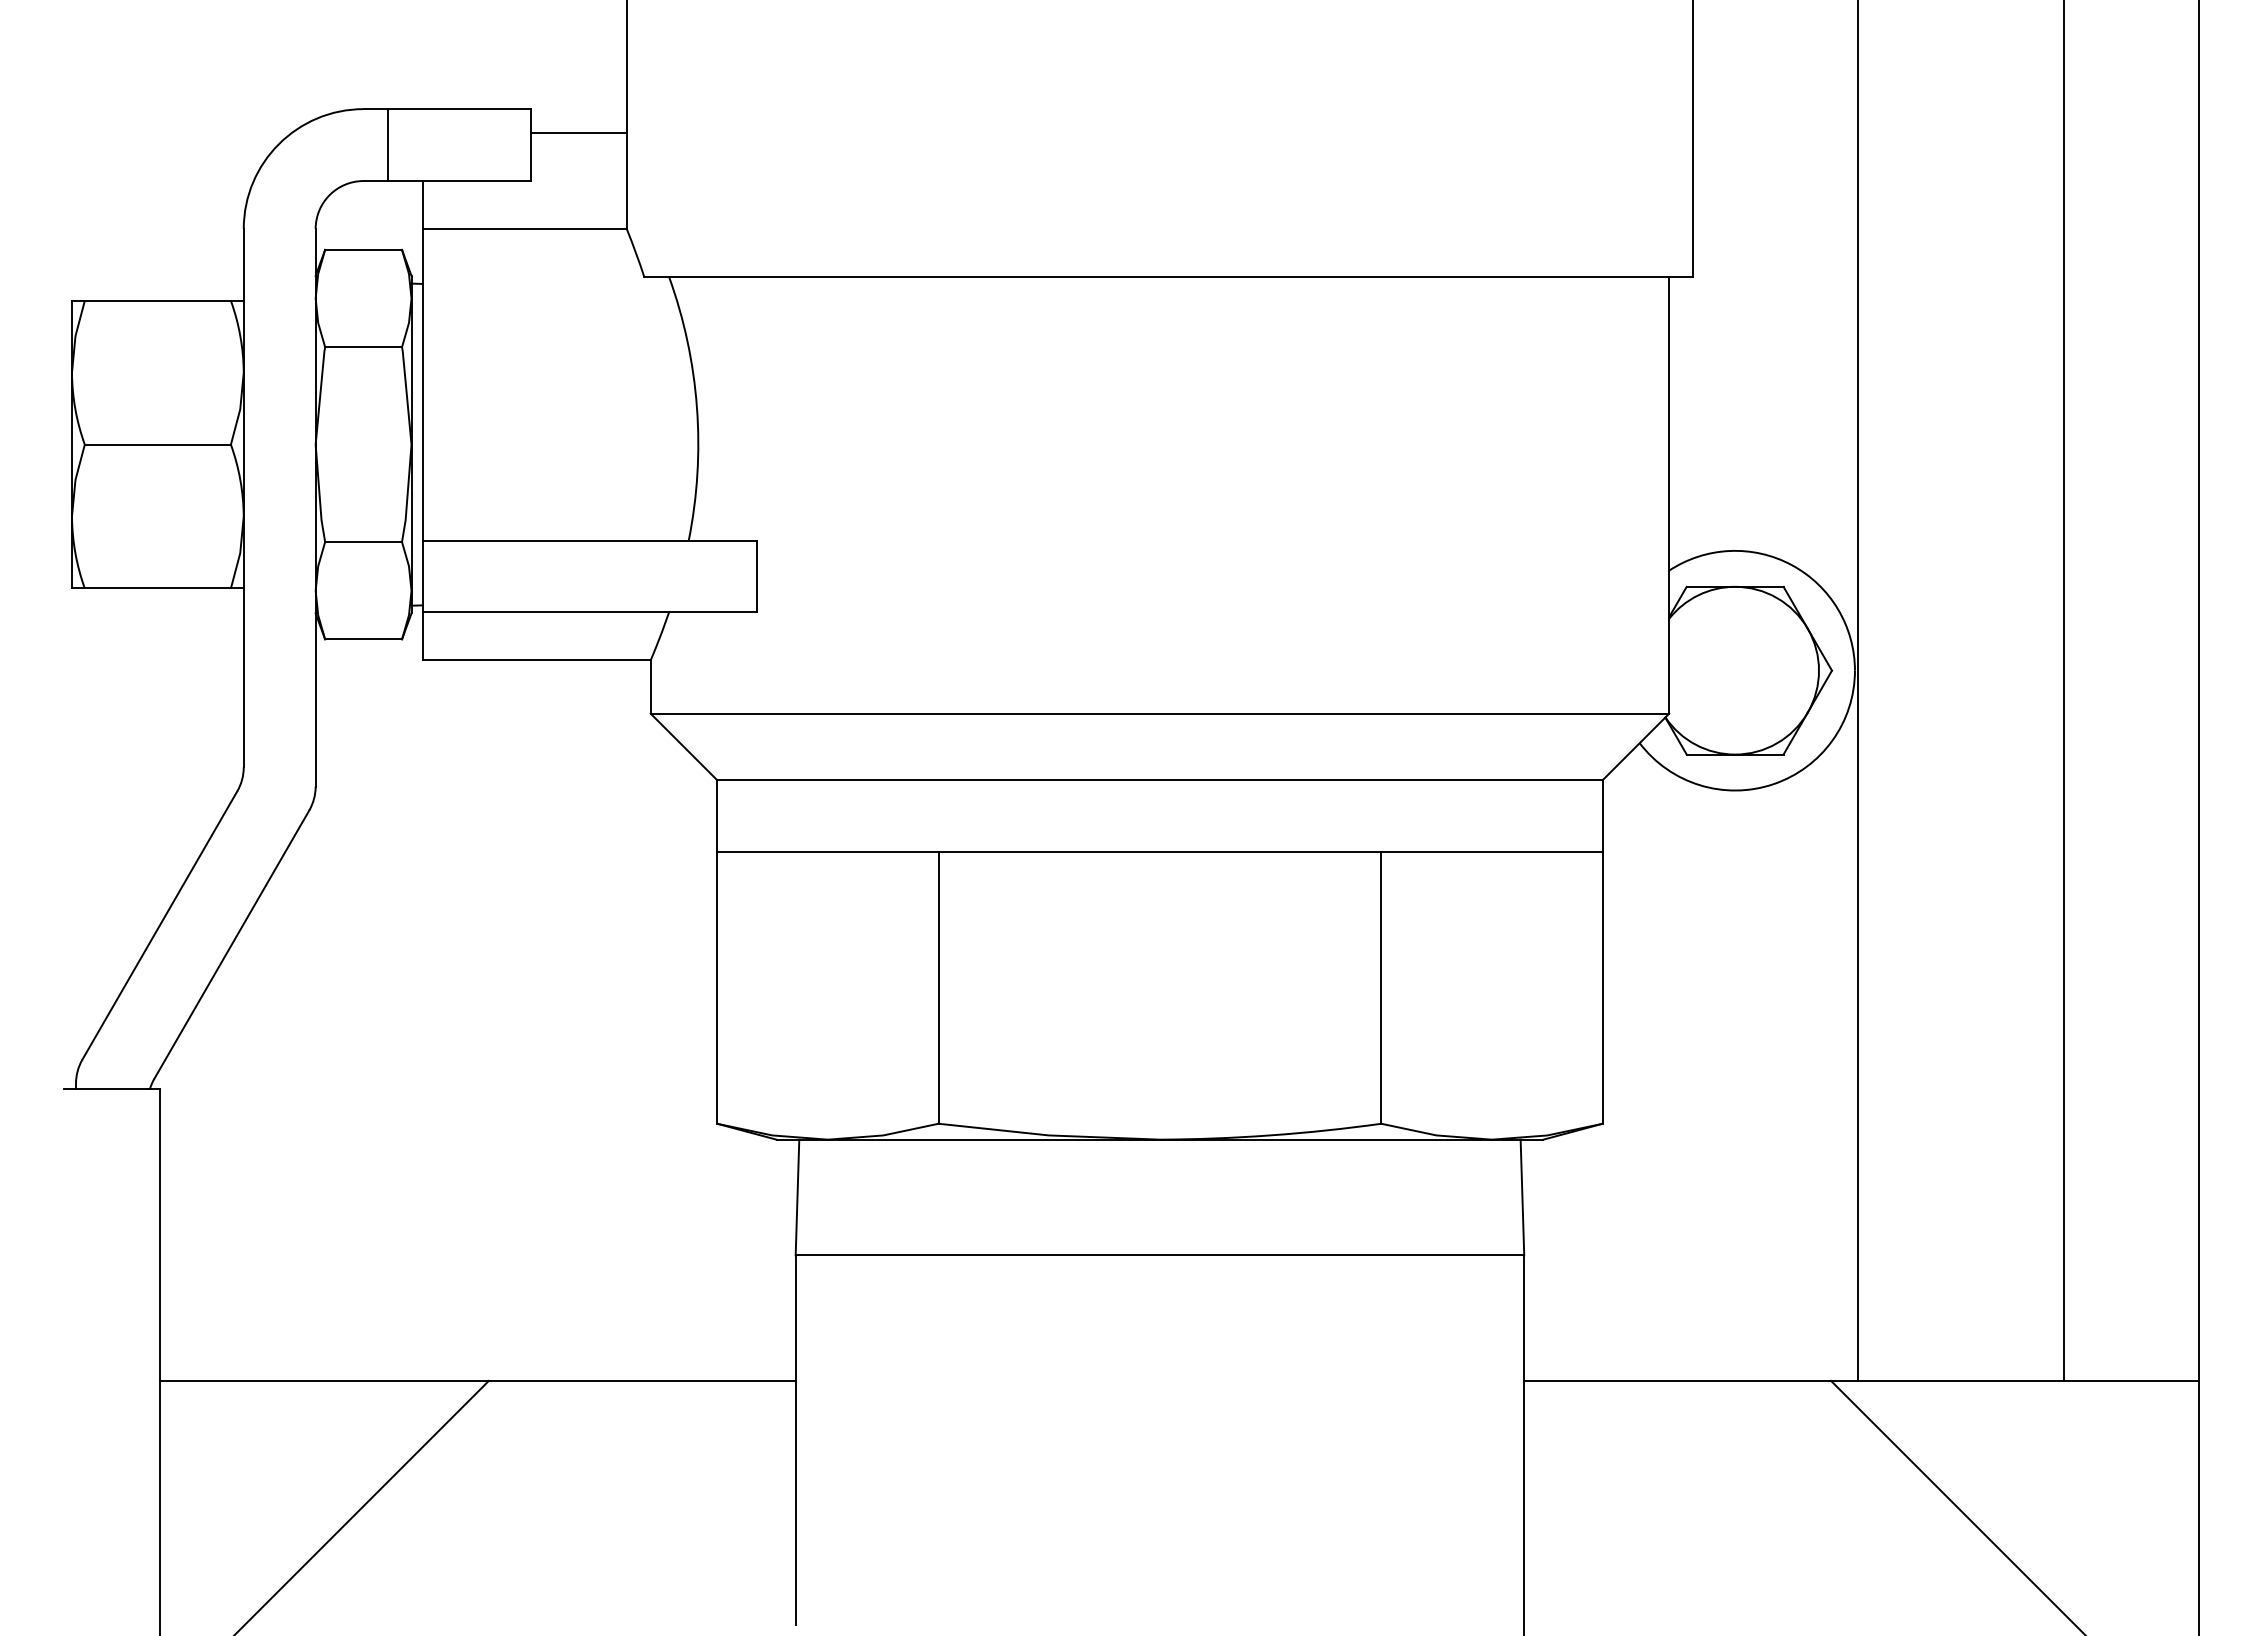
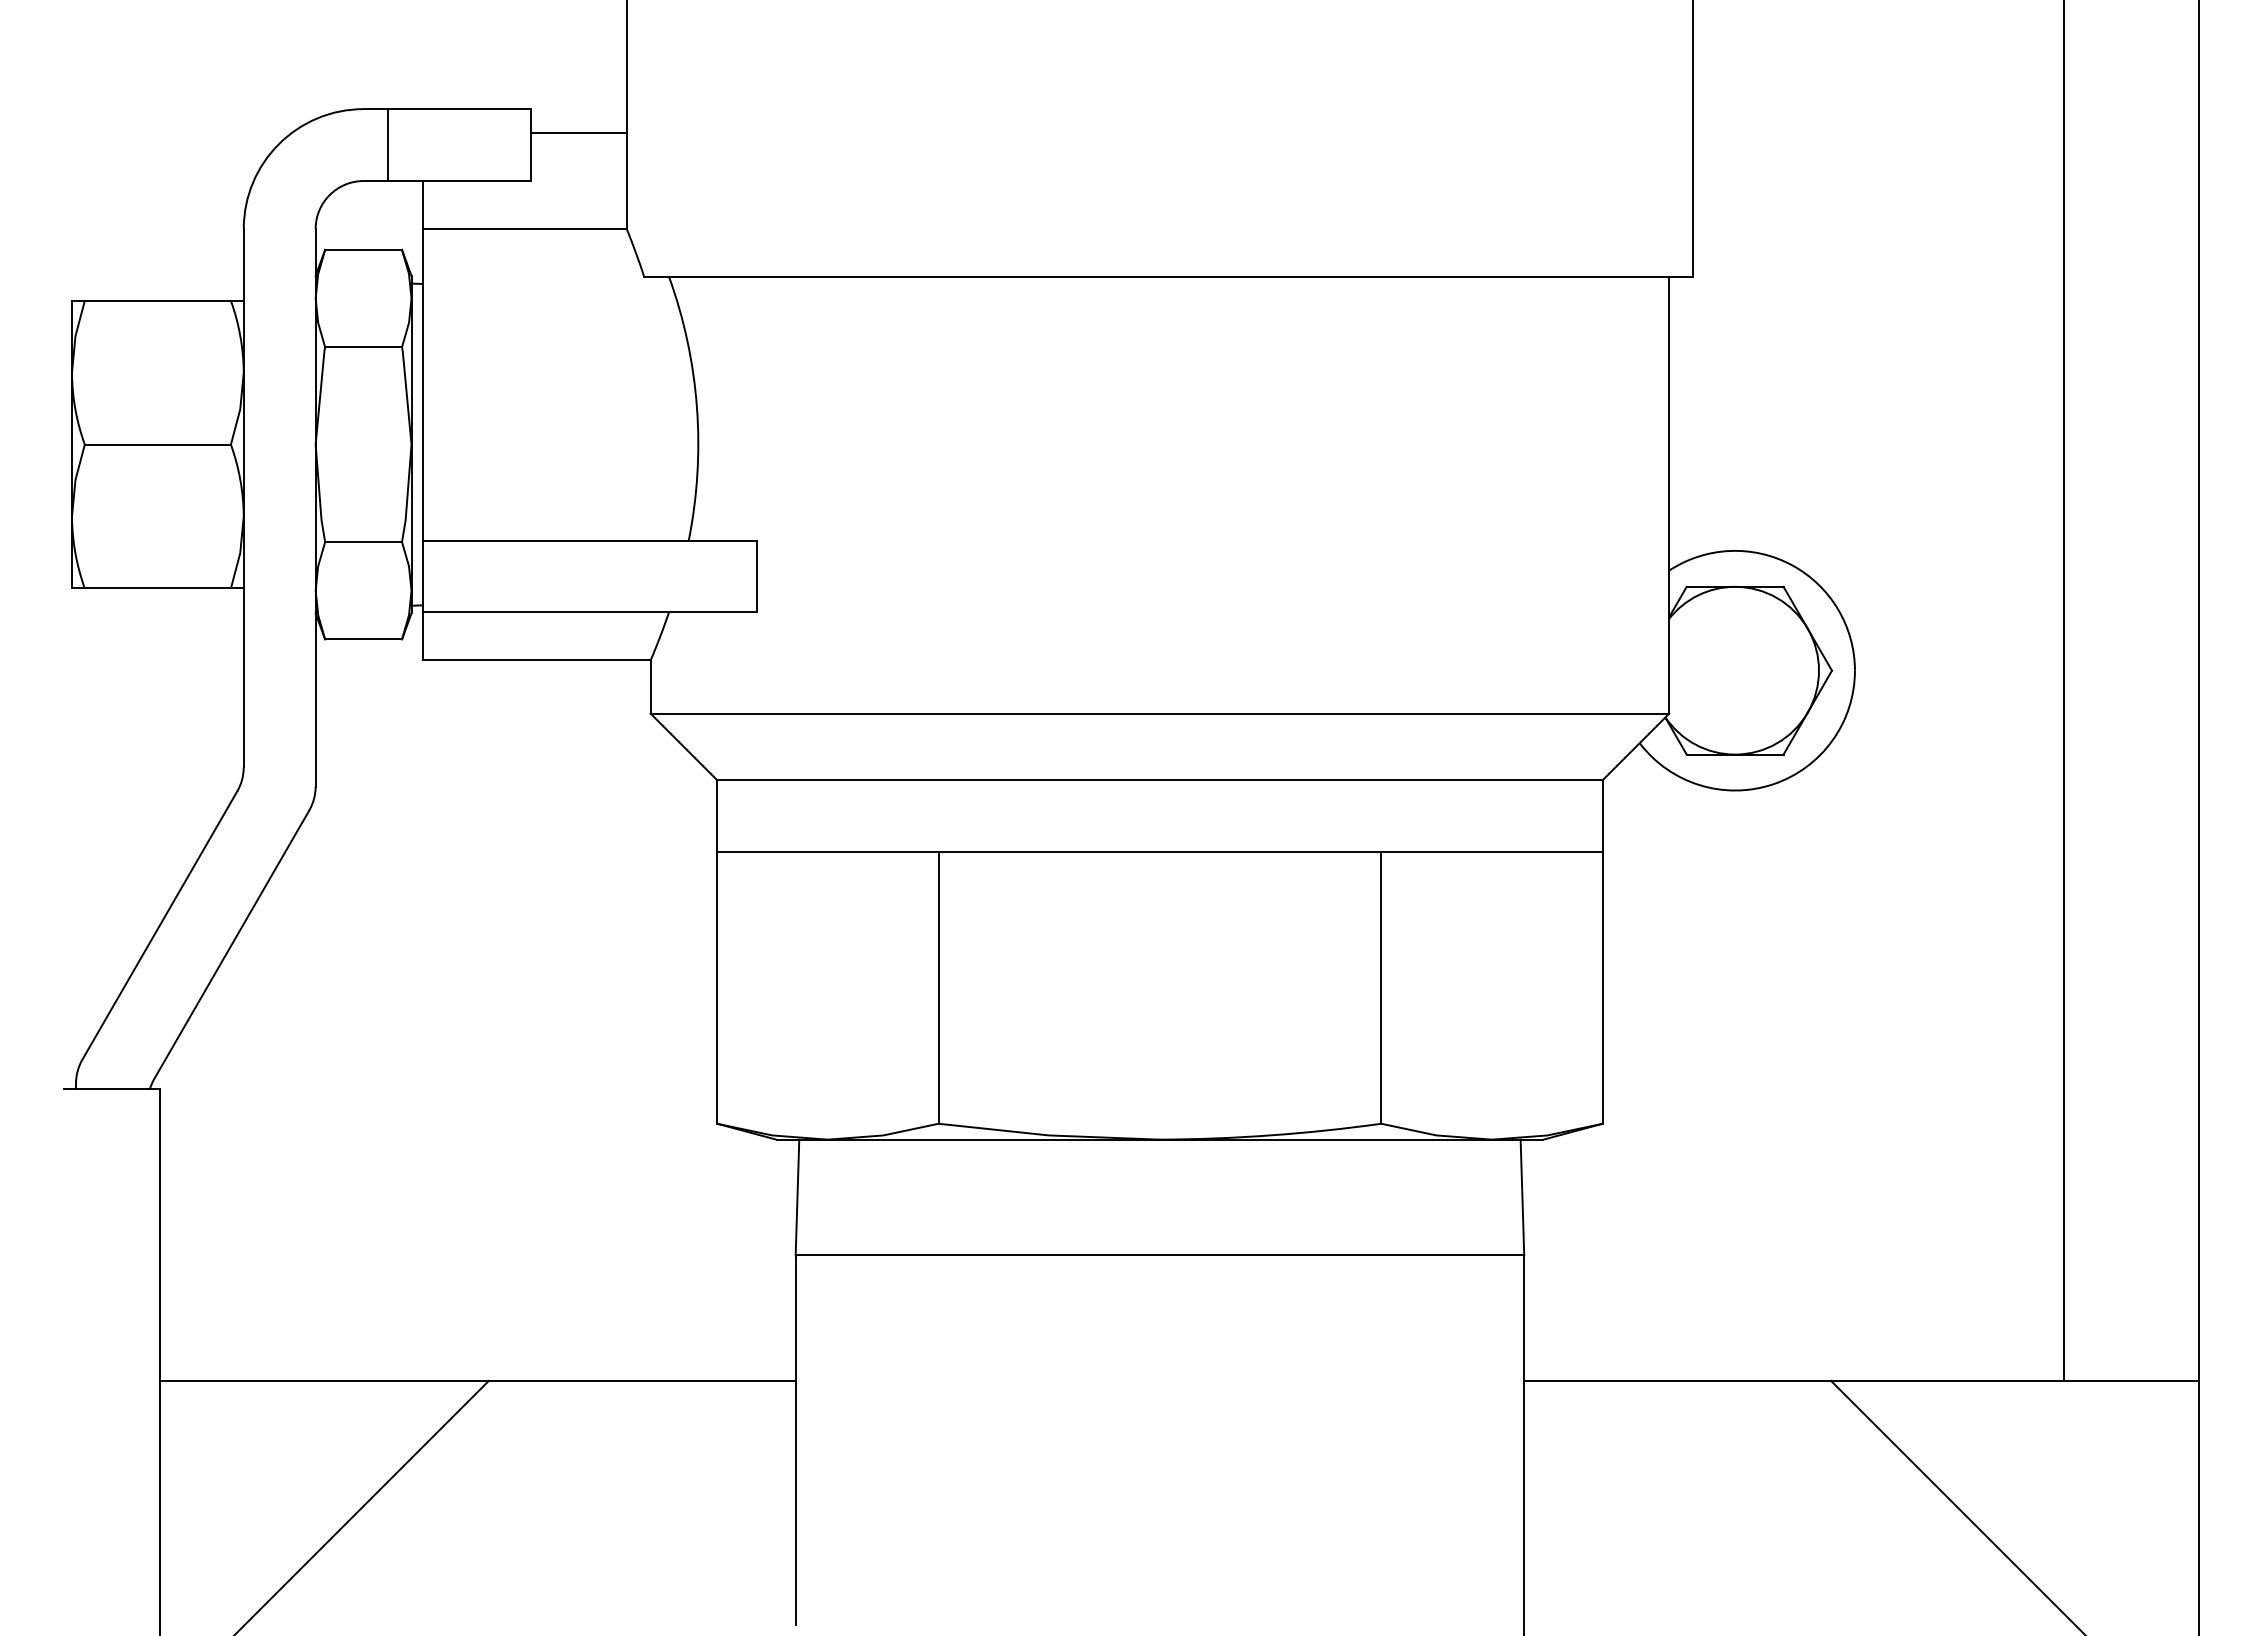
line at (1858, 691): present -> none
